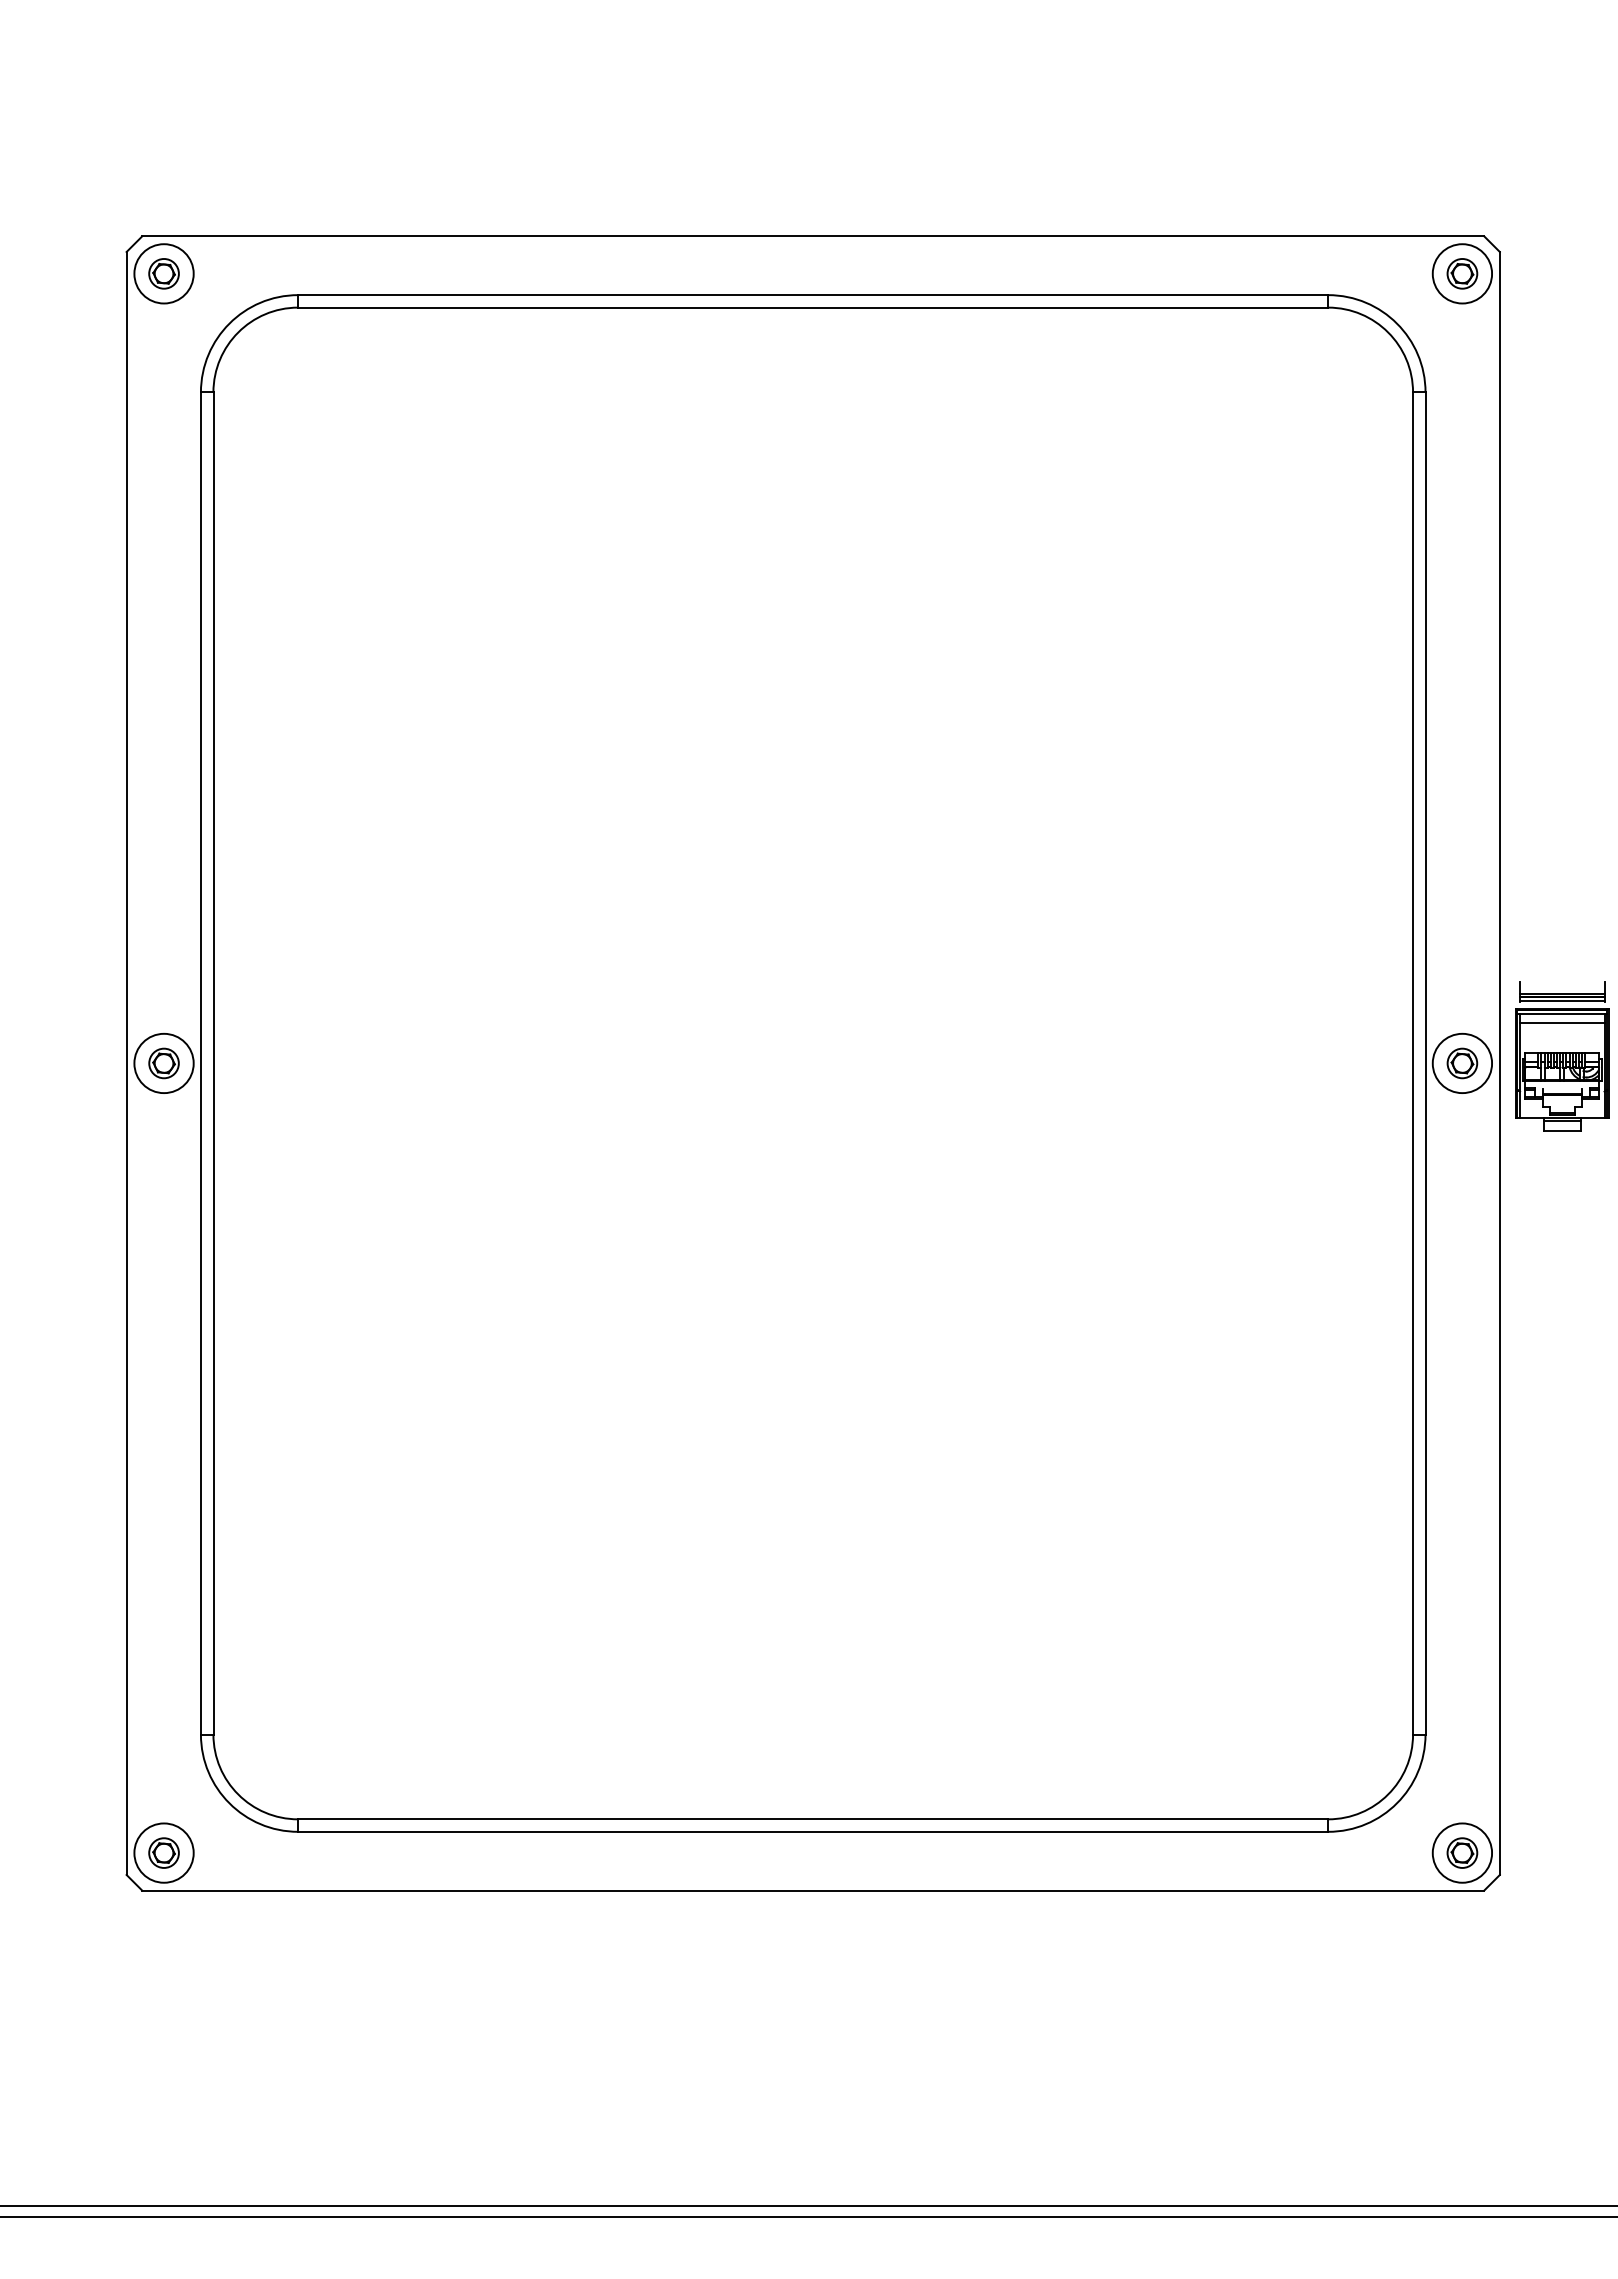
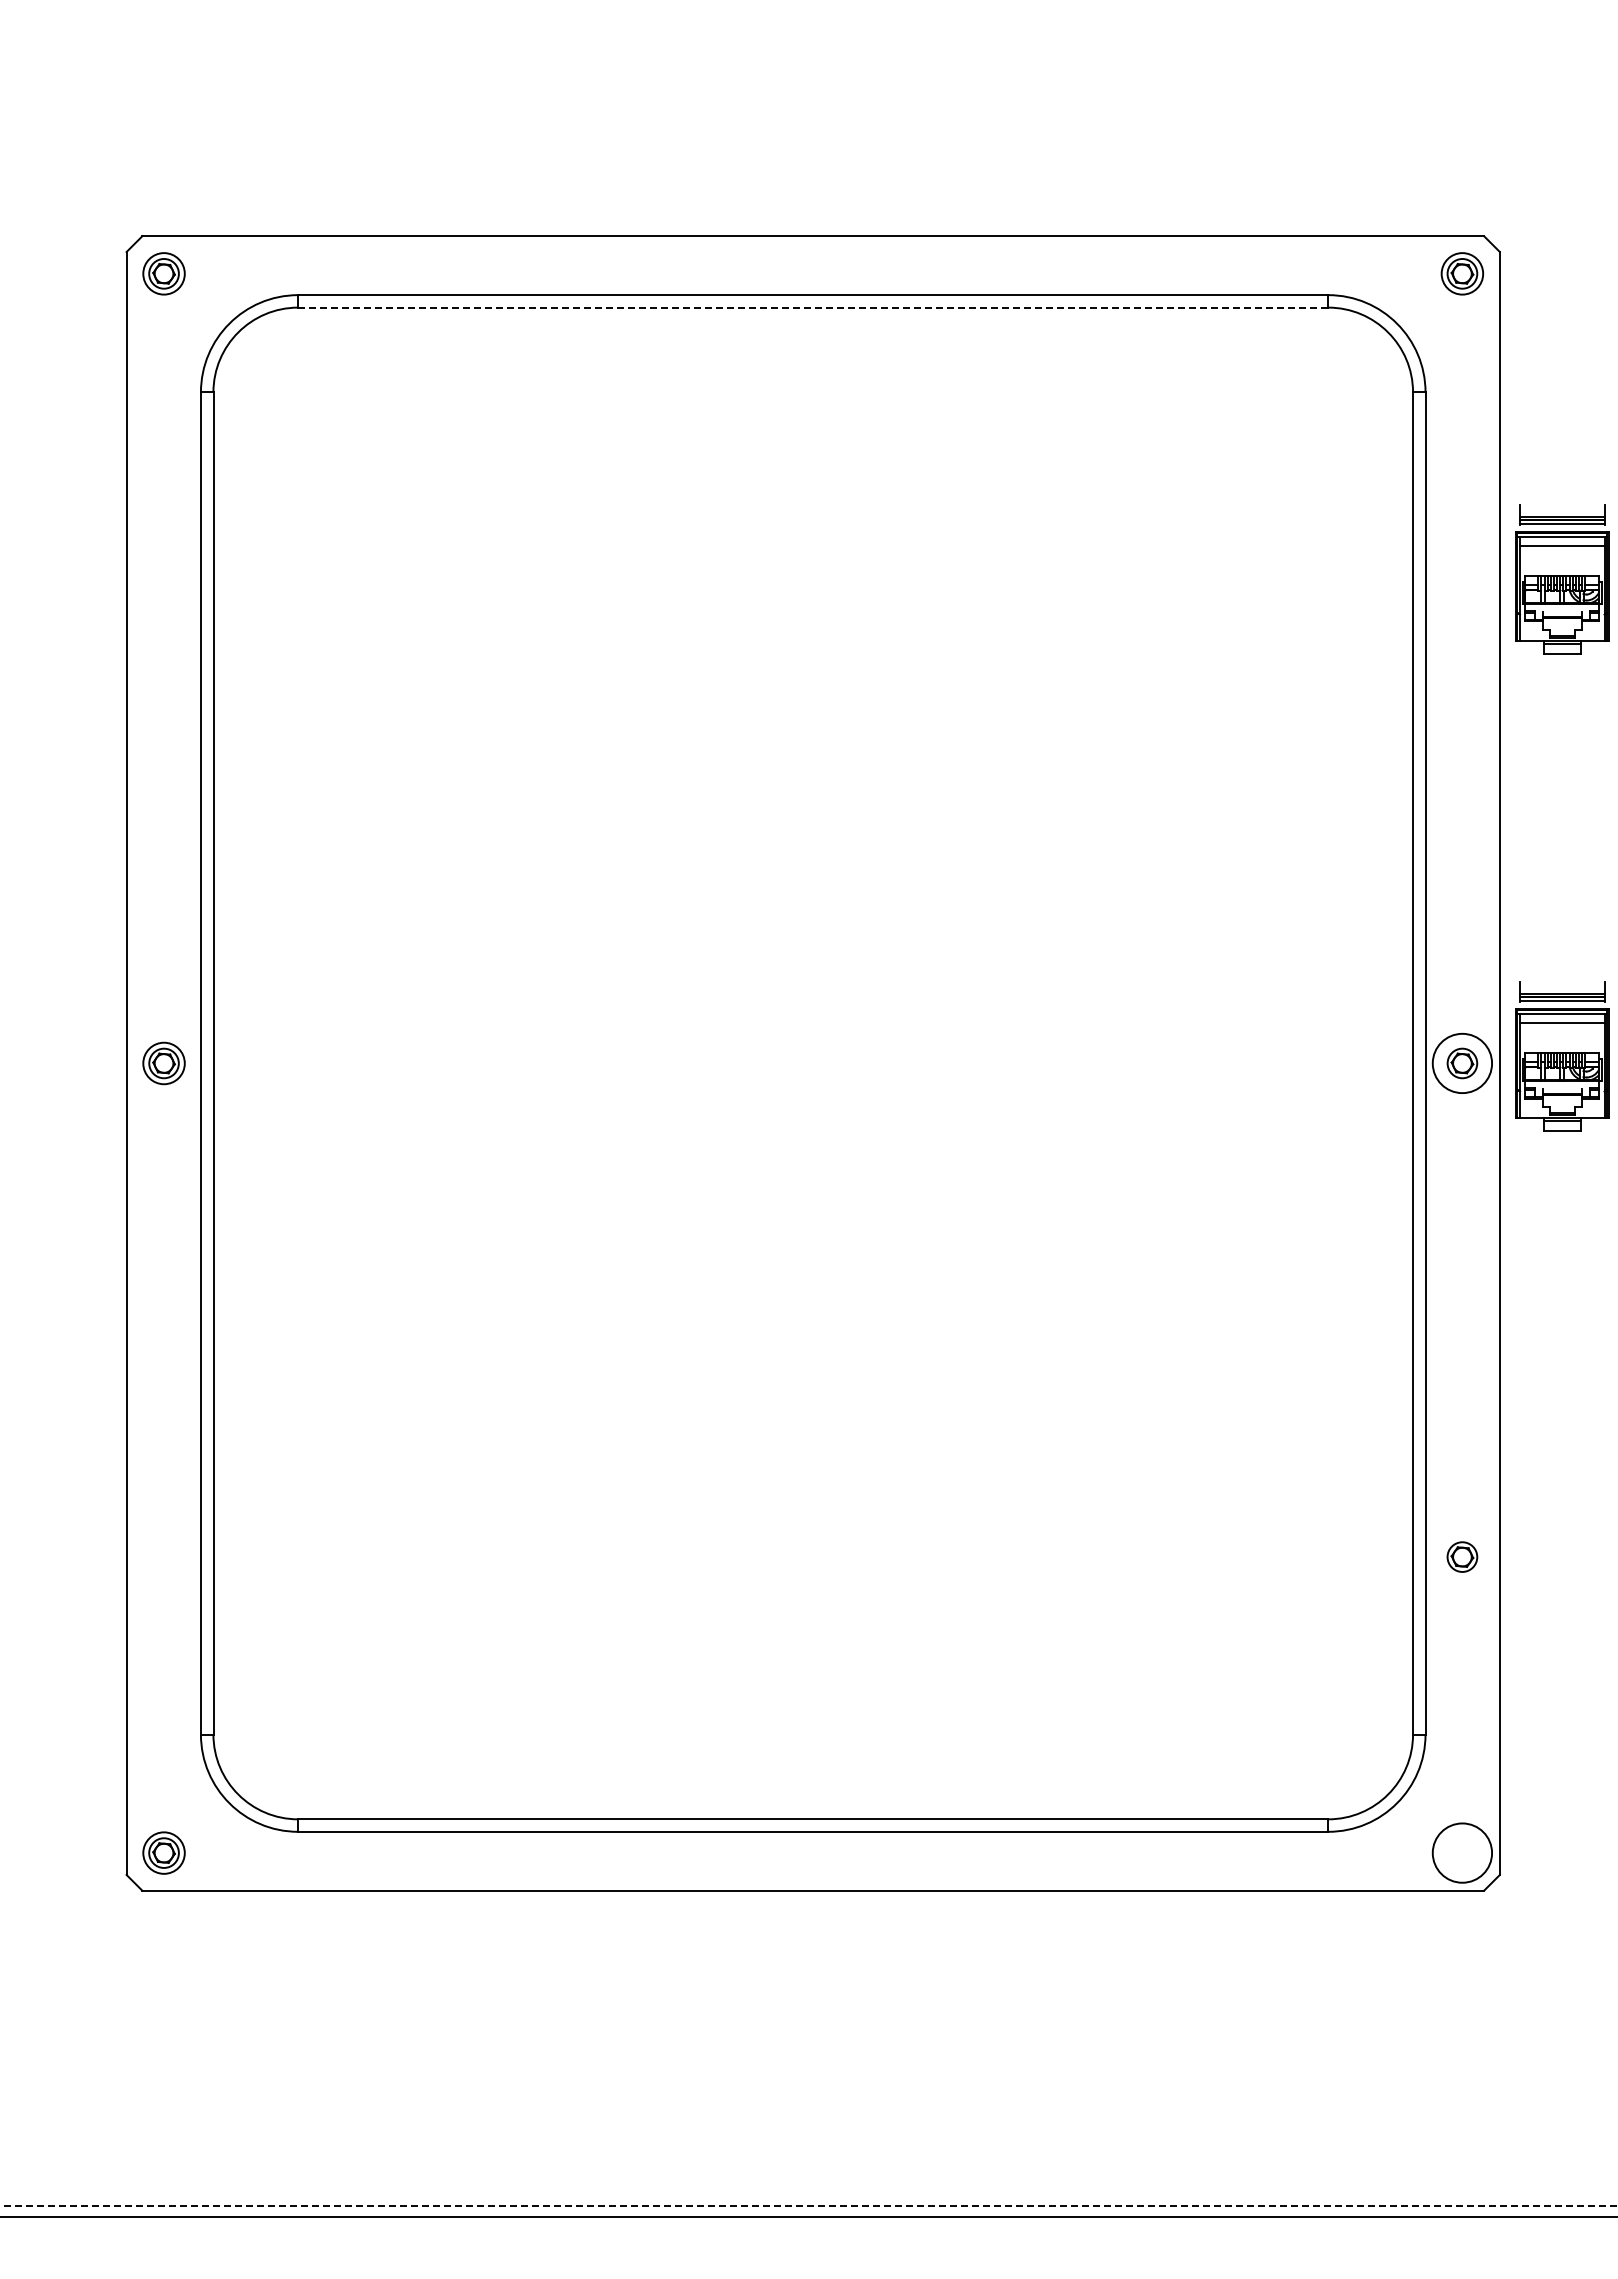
circle at (163, 273) diameter: 59 px -> 42 px
circle at (1462, 273) diameter: 59 px -> 42 px
line at (813, 307): solid -> dashed
part at (1562, 579): none -> present
circle at (163, 1063) diameter: 59 px -> 42 px
circle at (163, 1852) diameter: 59 px -> 42 px
part at (1462, 1852) position: (1462, 1852) -> (1462, 1556)
line at (809, 2205): solid -> dashed
